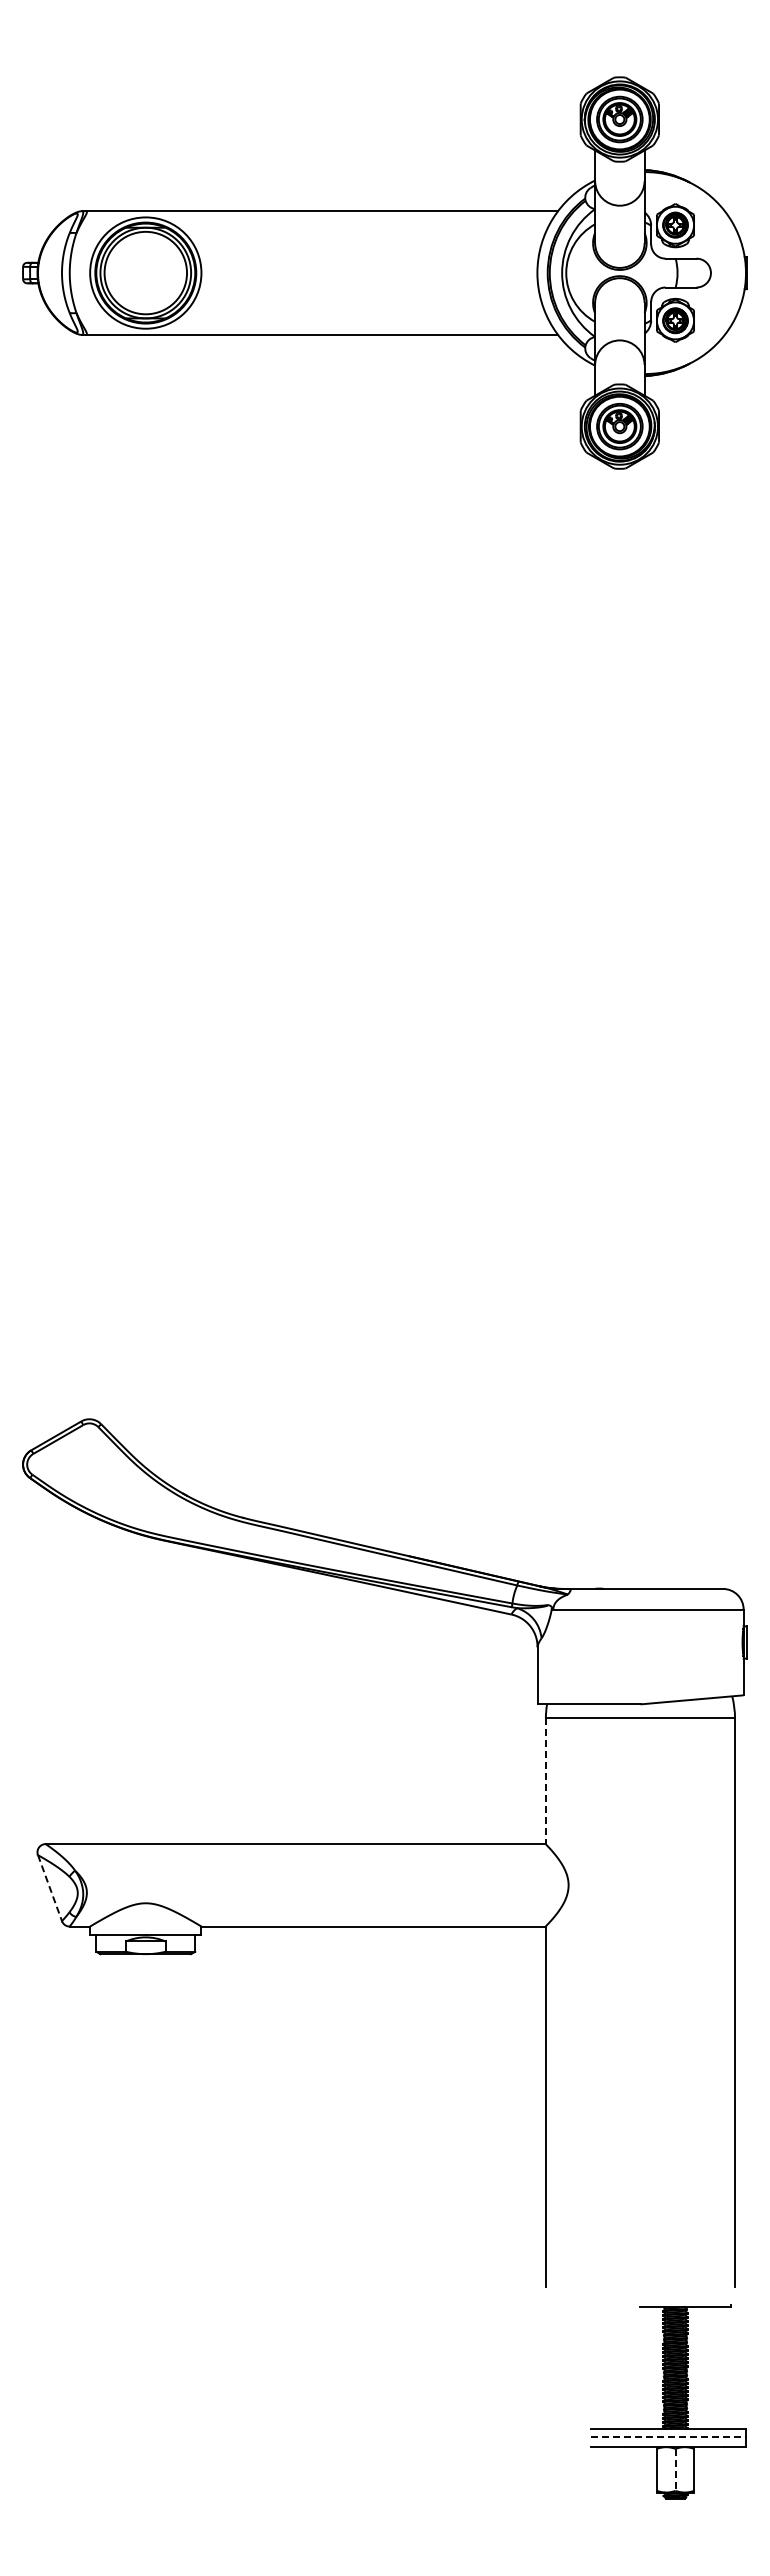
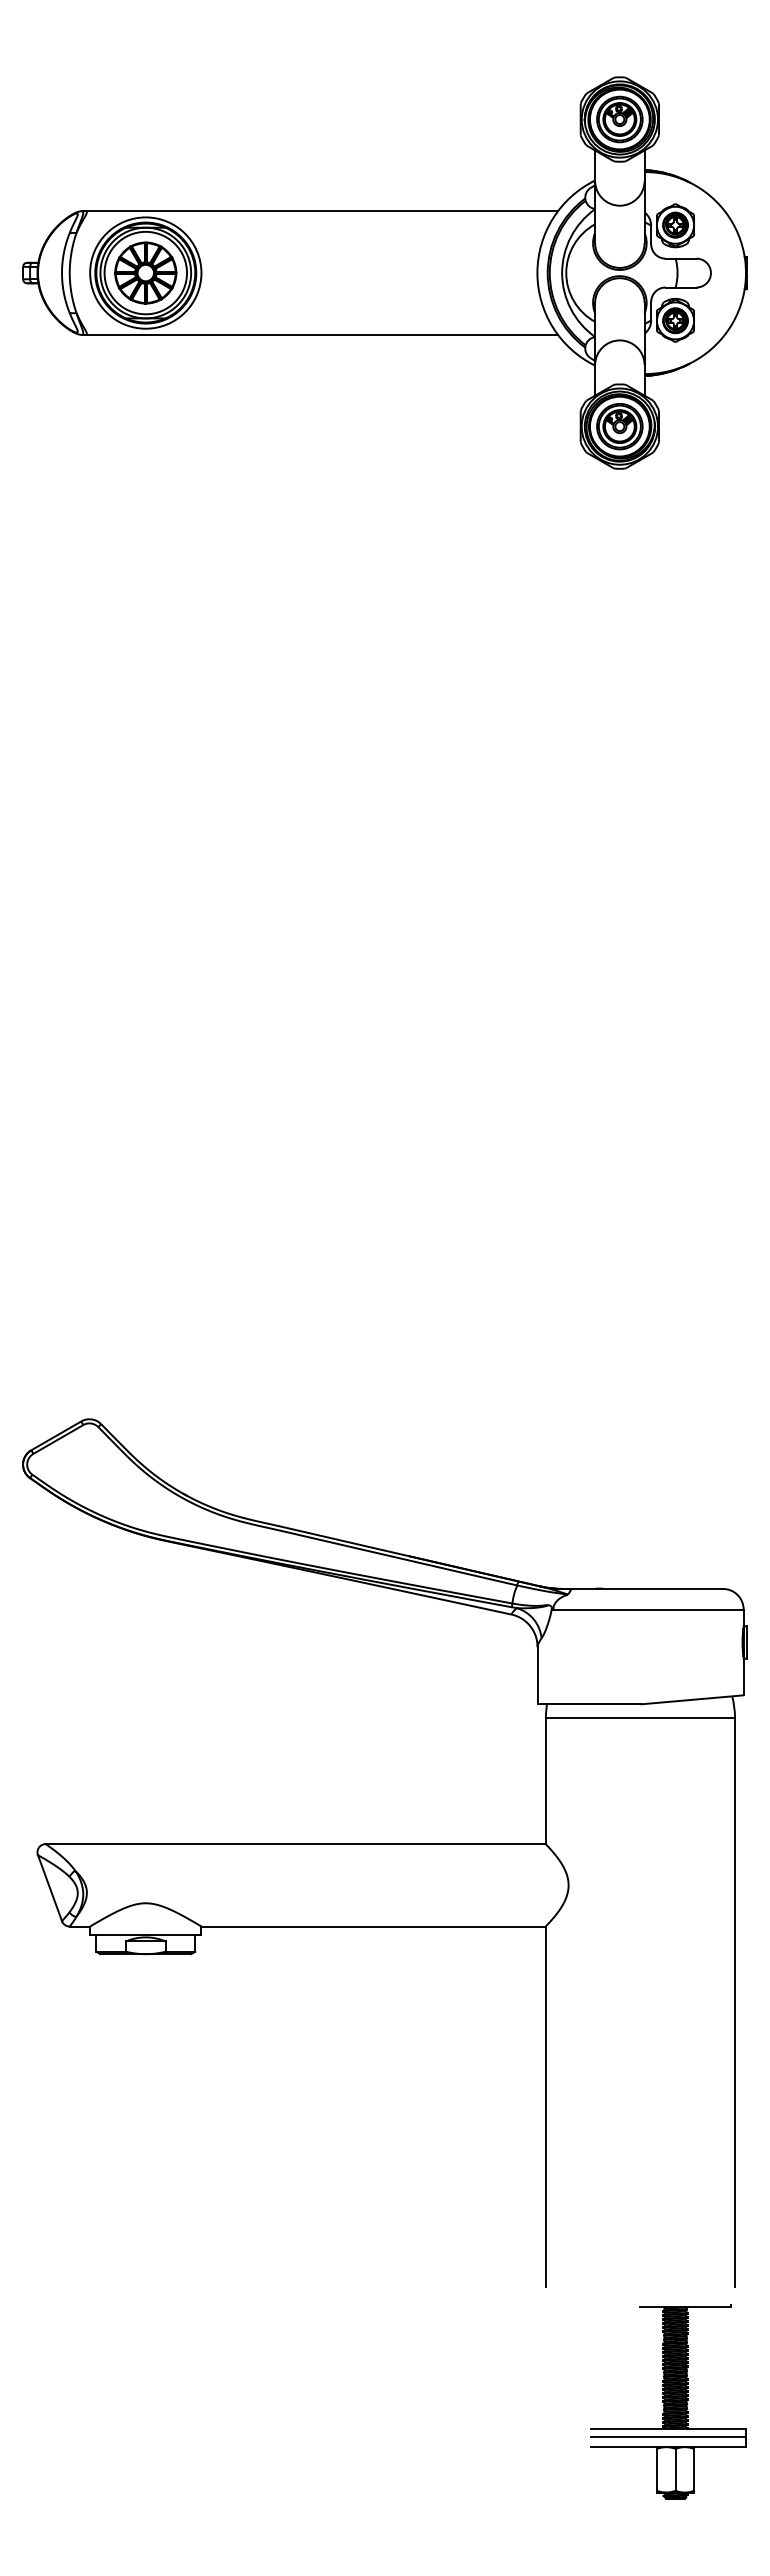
part at (145, 272): none -> present
line at (545, 1781): dashed -> solid
line at (50, 1888): dashed -> solid
line at (668, 2436): dashed -> solid
line at (675, 2470): dashed -> solid
